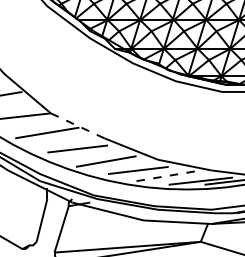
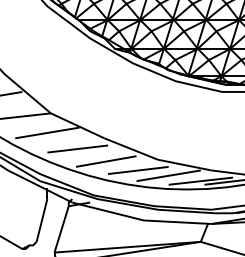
line at (77, 125): dashed -> solid
line at (168, 175): dashed -> solid
